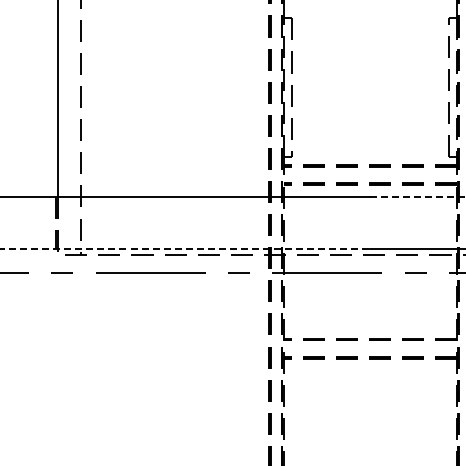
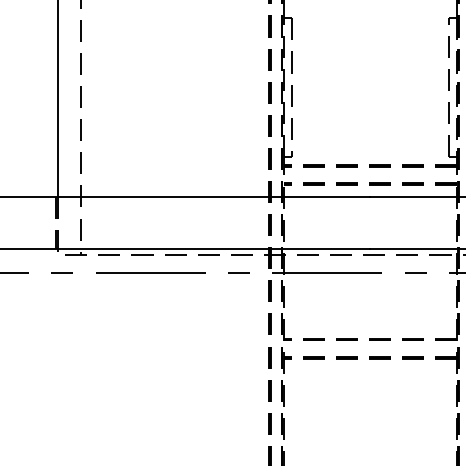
line at (418, 196): dashed -> solid
line at (185, 249): dashed -> solid
